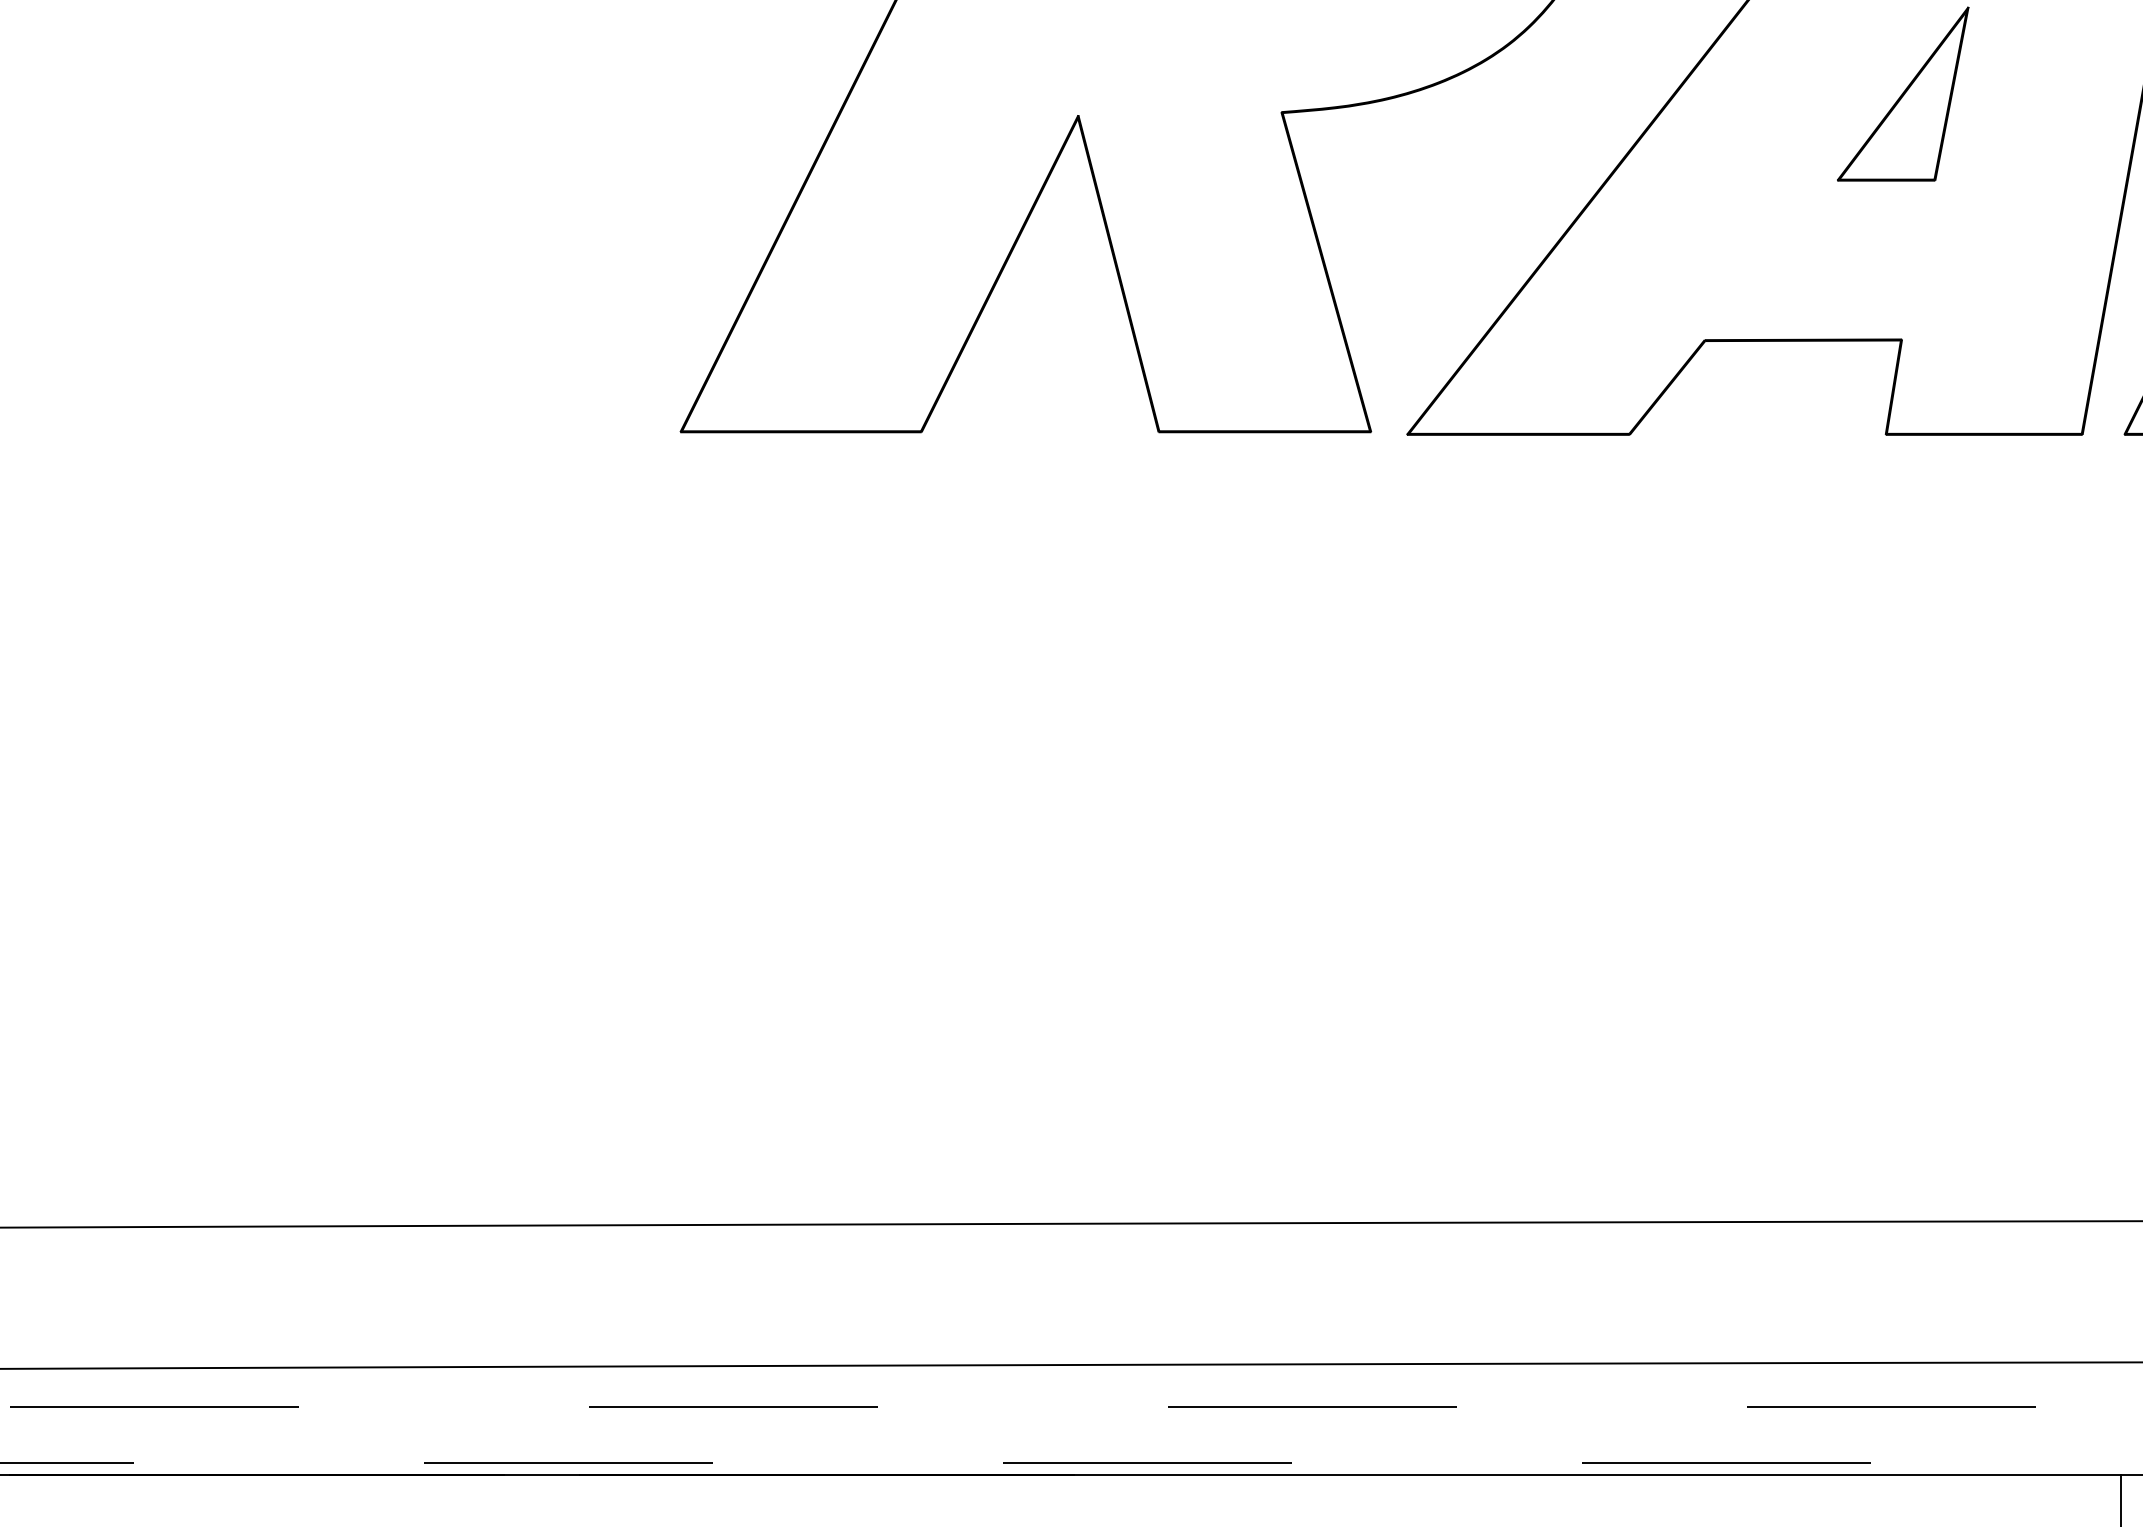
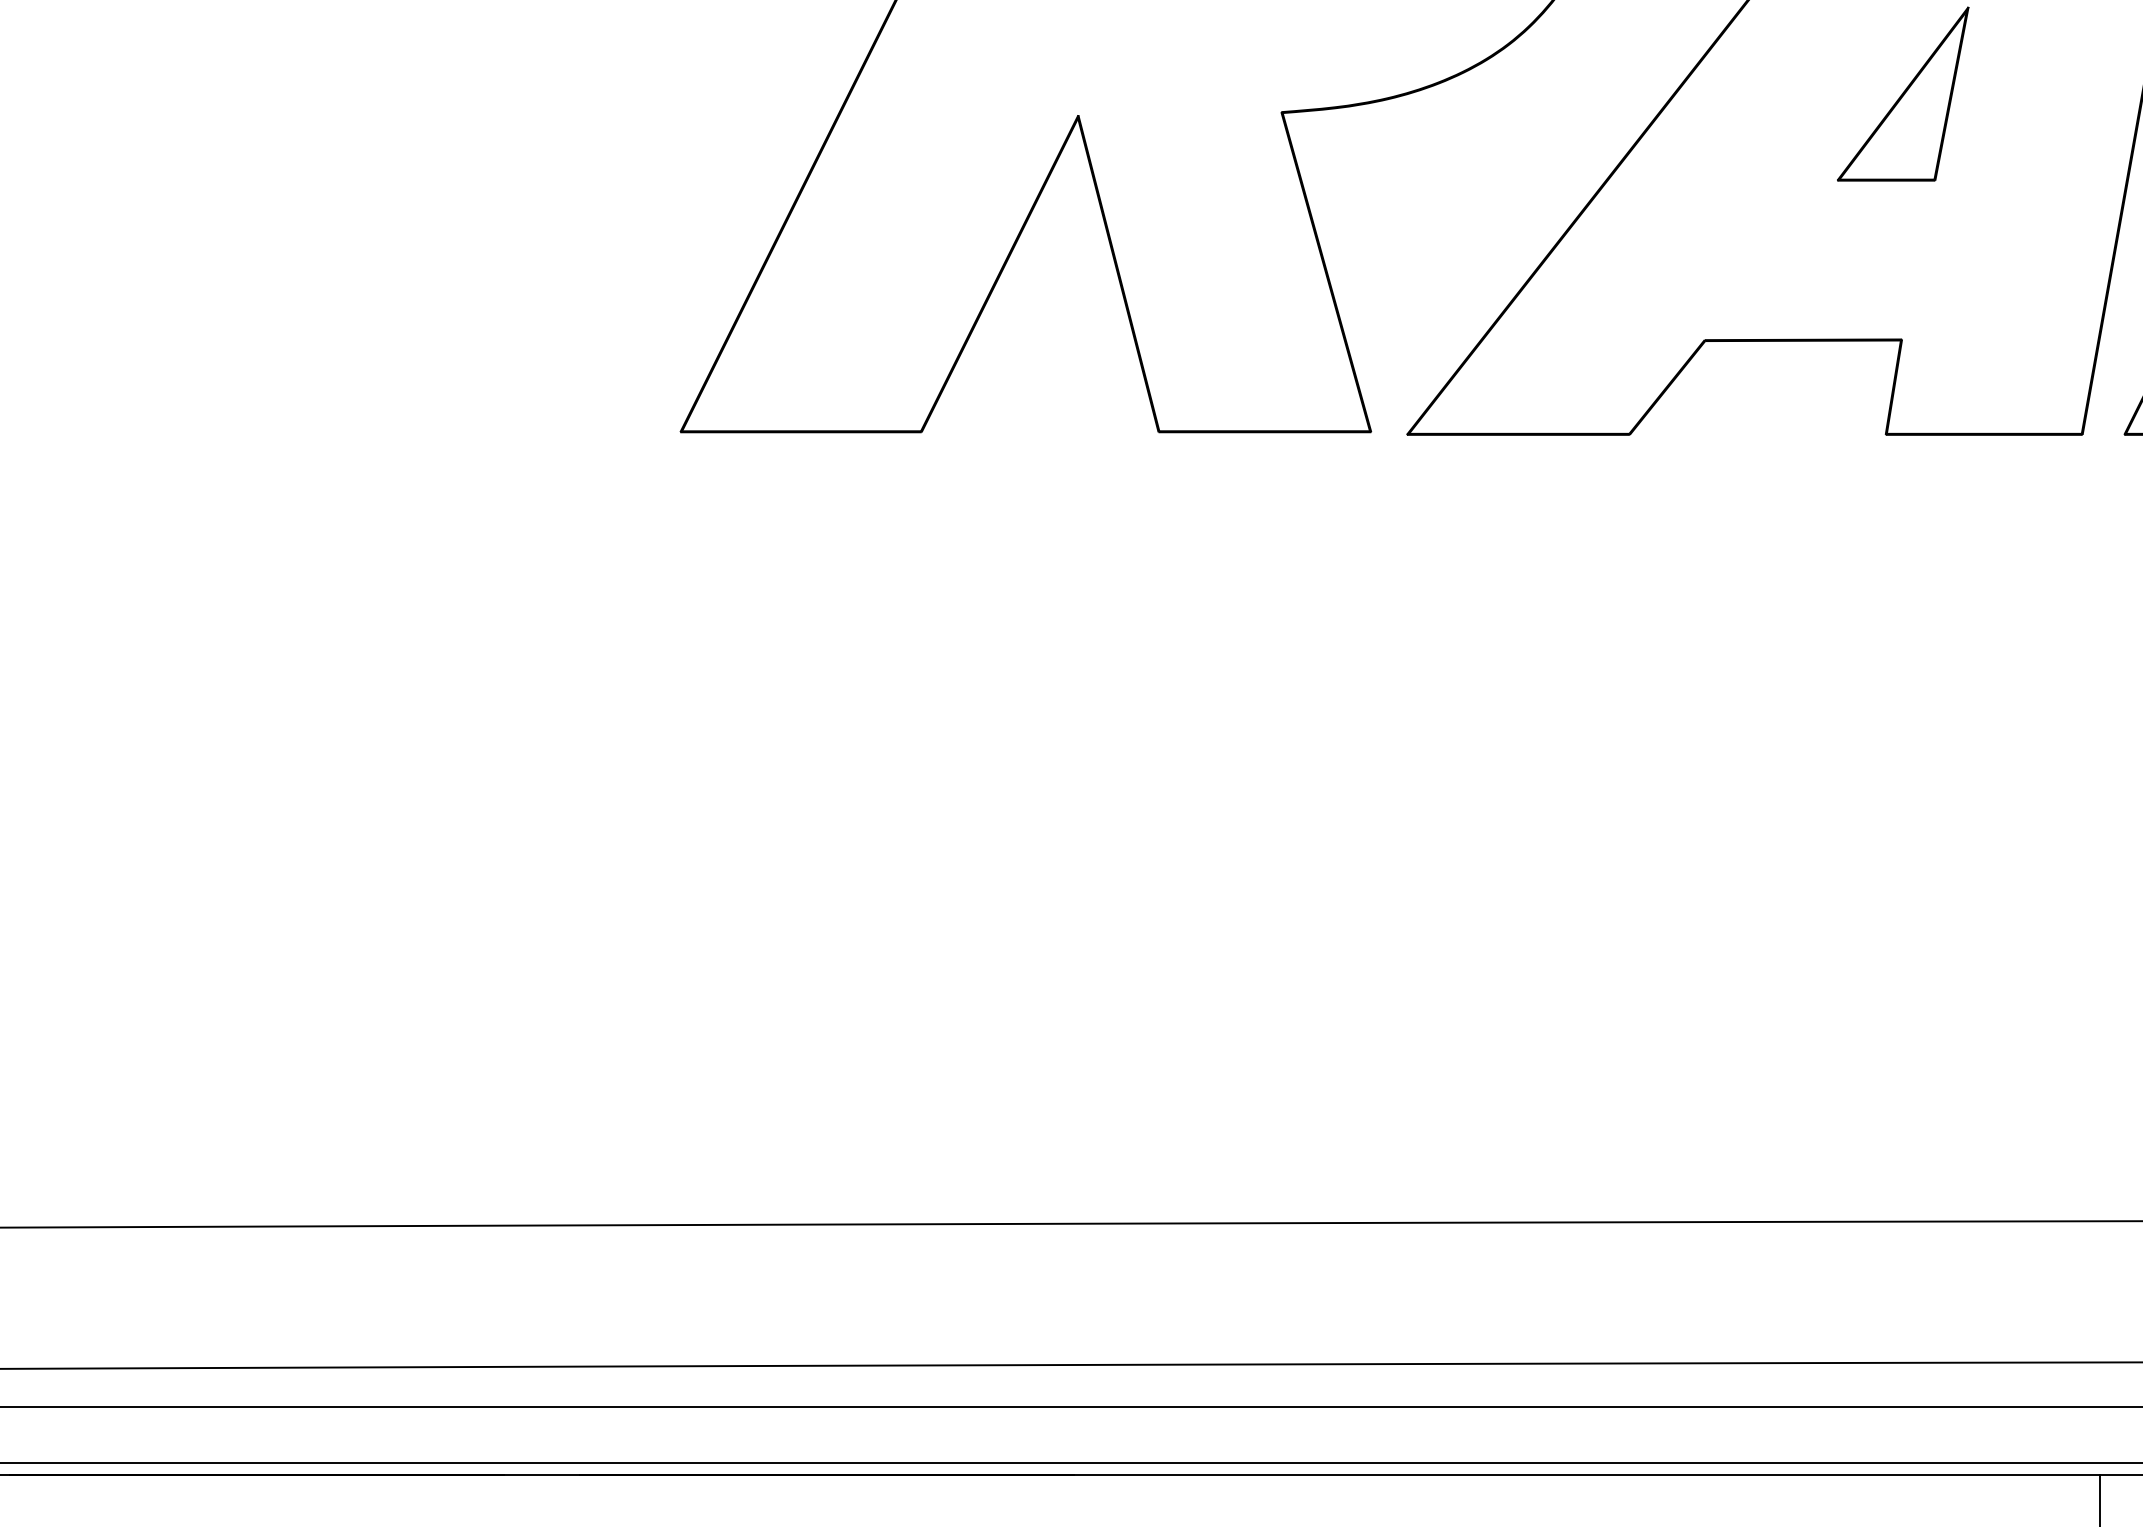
line at (1070, 1407): dashed -> solid
line at (1072, 1462): dashed -> solid
line at (2120, 1498) position: (2120, 1498) -> (2099, 1498)
